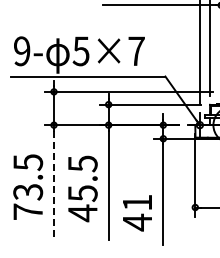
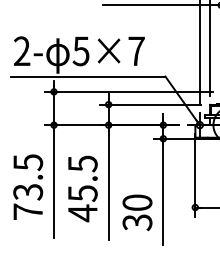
text at (22, 51): 9- -> 2-
line at (54, 184): dashed -> solid
text at (137, 212): 41 -> 30
